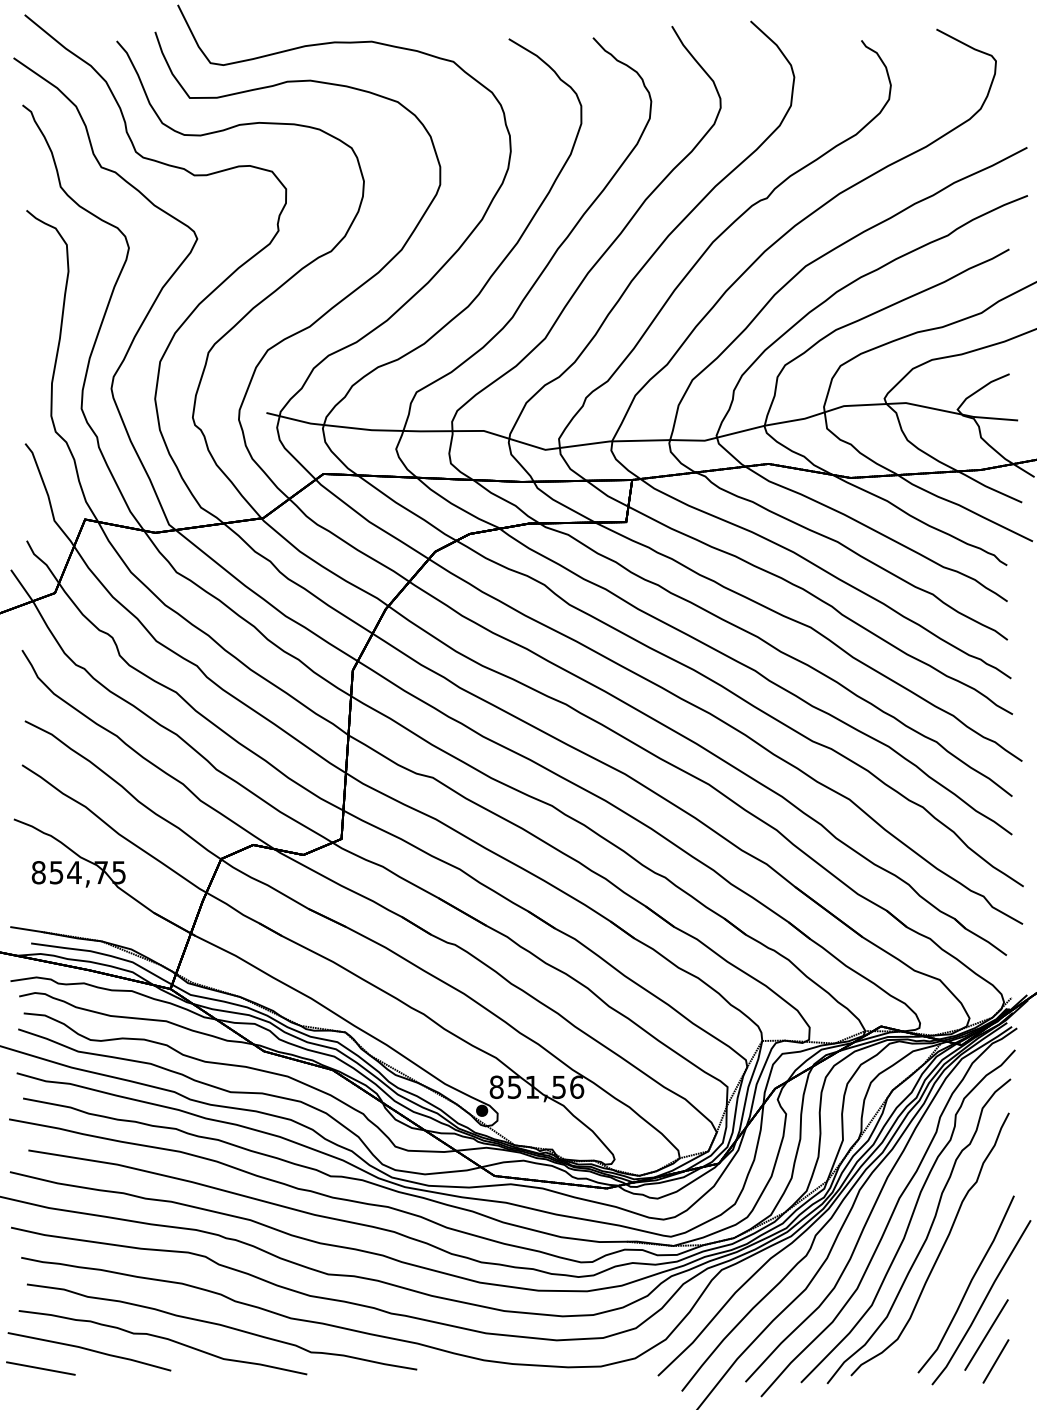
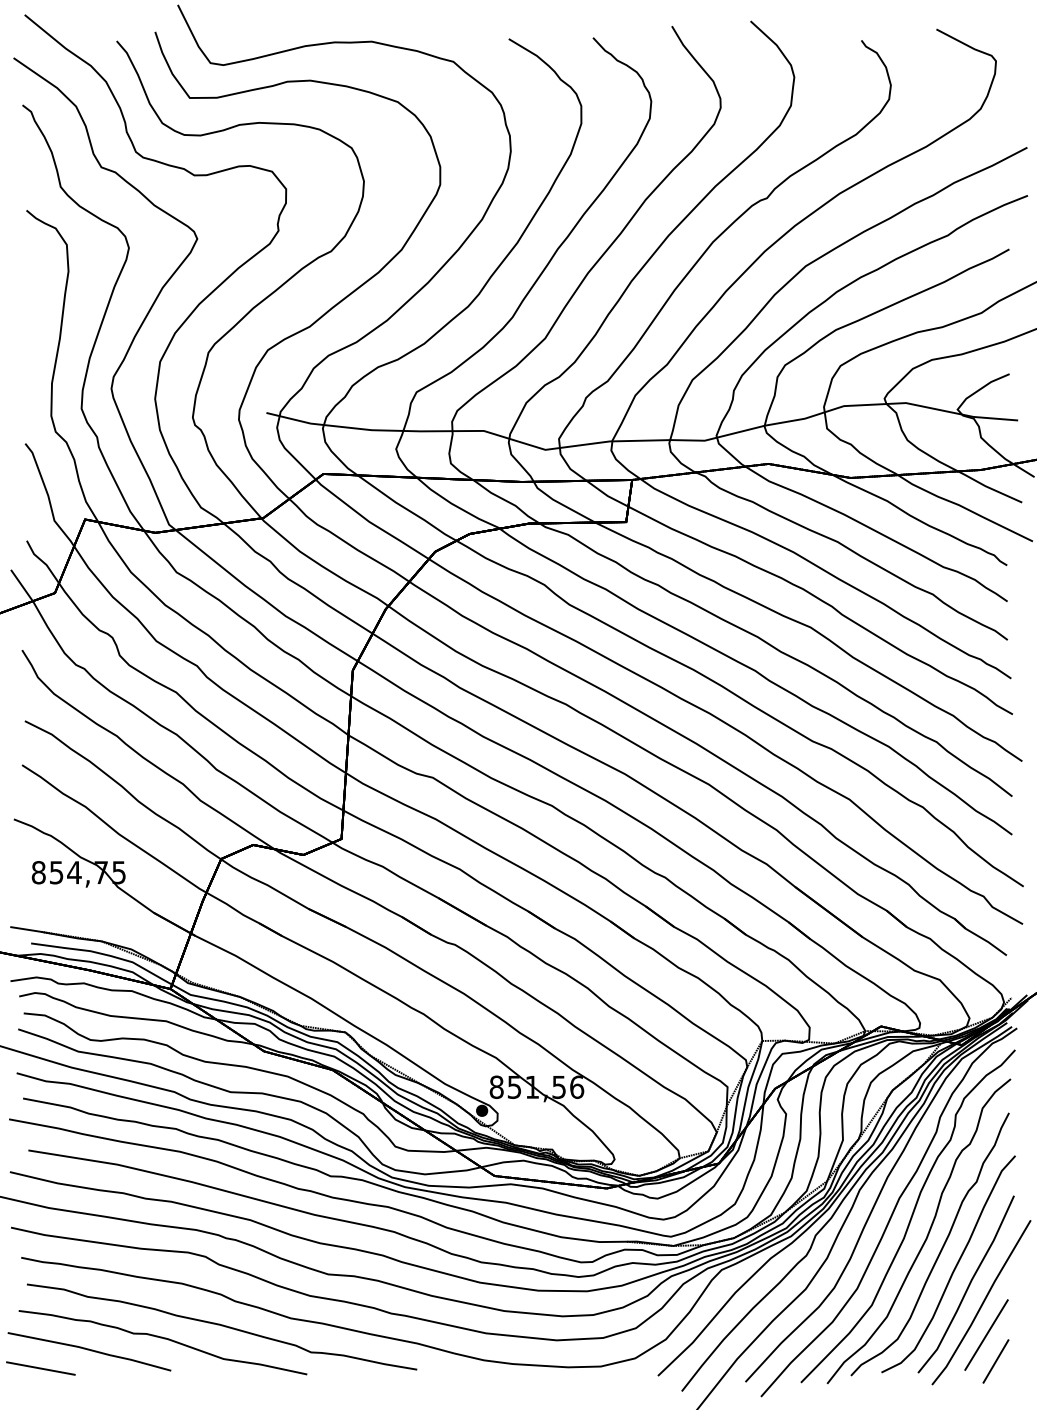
part at (954, 1267): none -> present
